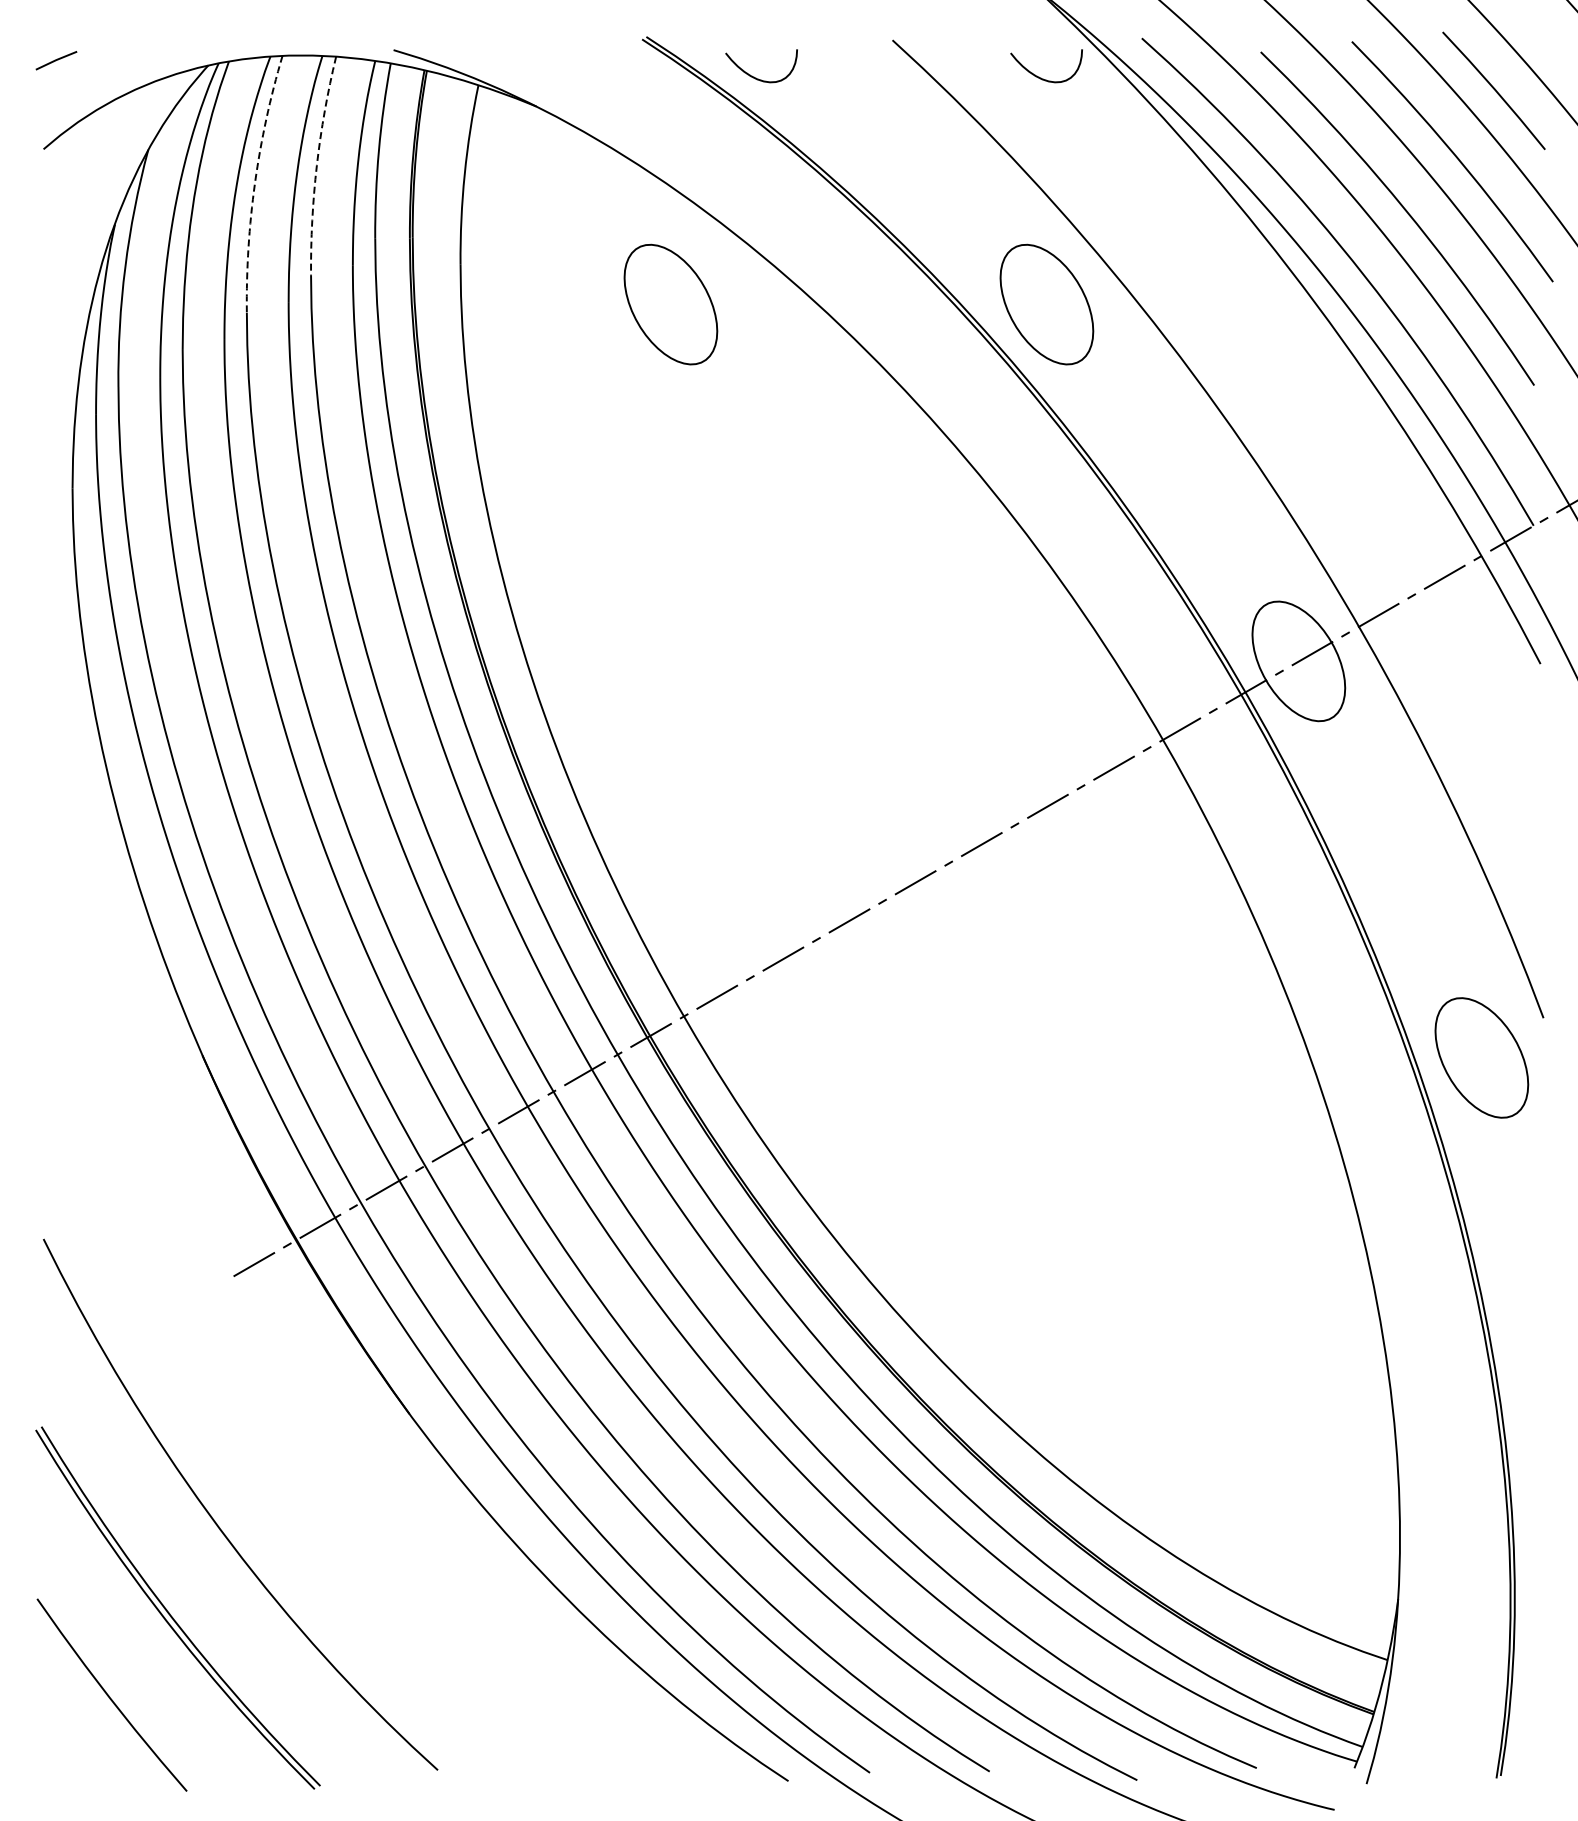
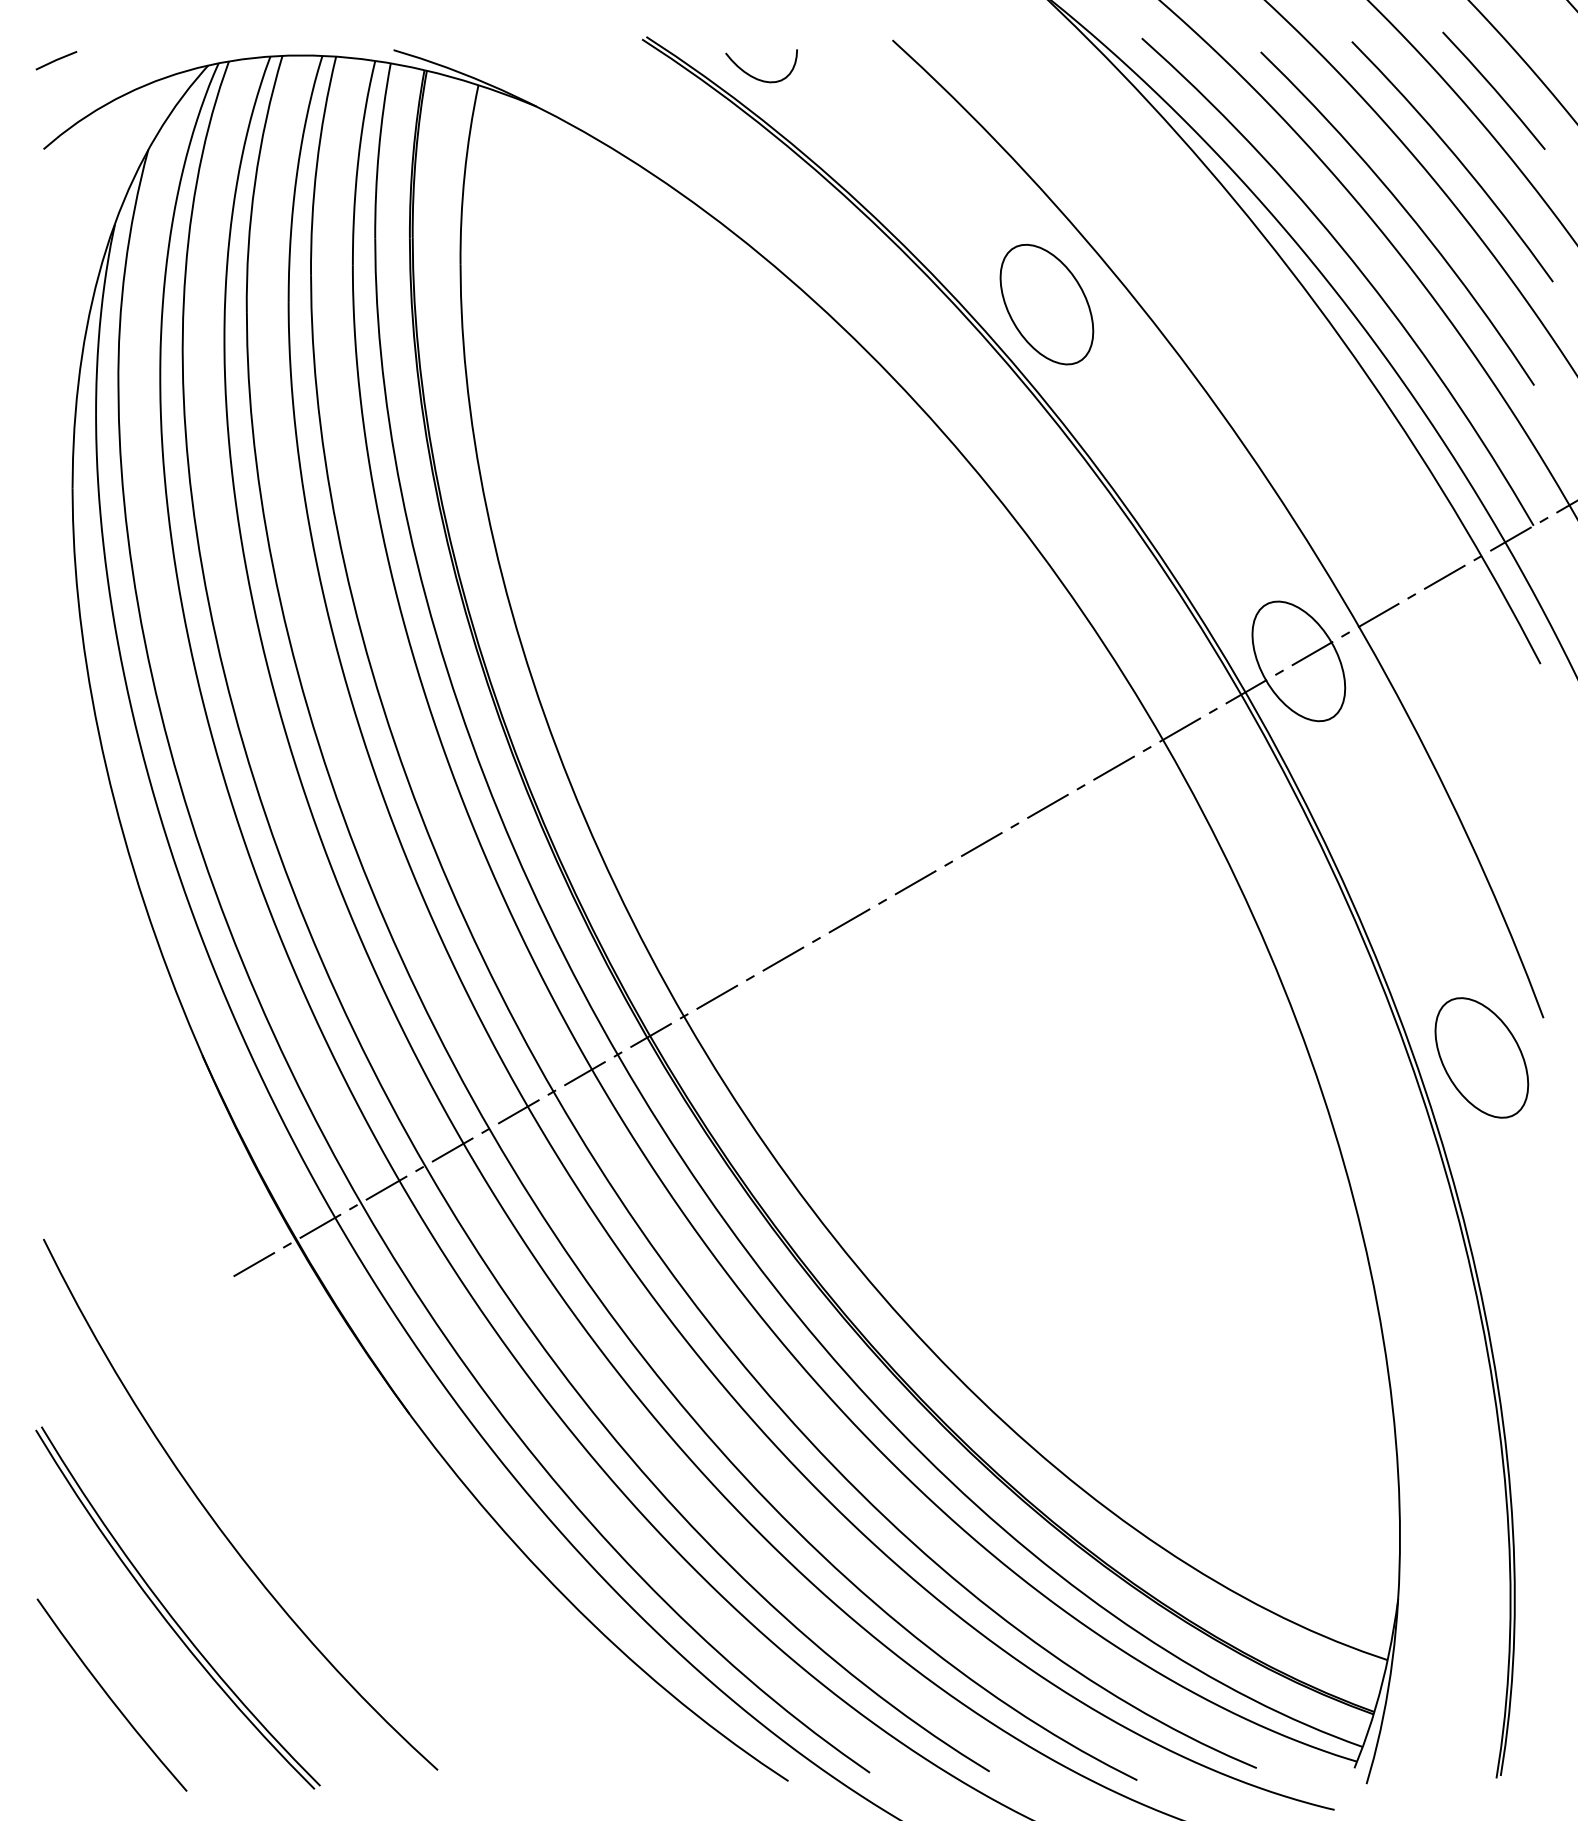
curve at (1041, 77): present -> none
arc at (316, 165): dashed -> solid
arc at (255, 183): dashed -> solid
part at (670, 304): present -> none
